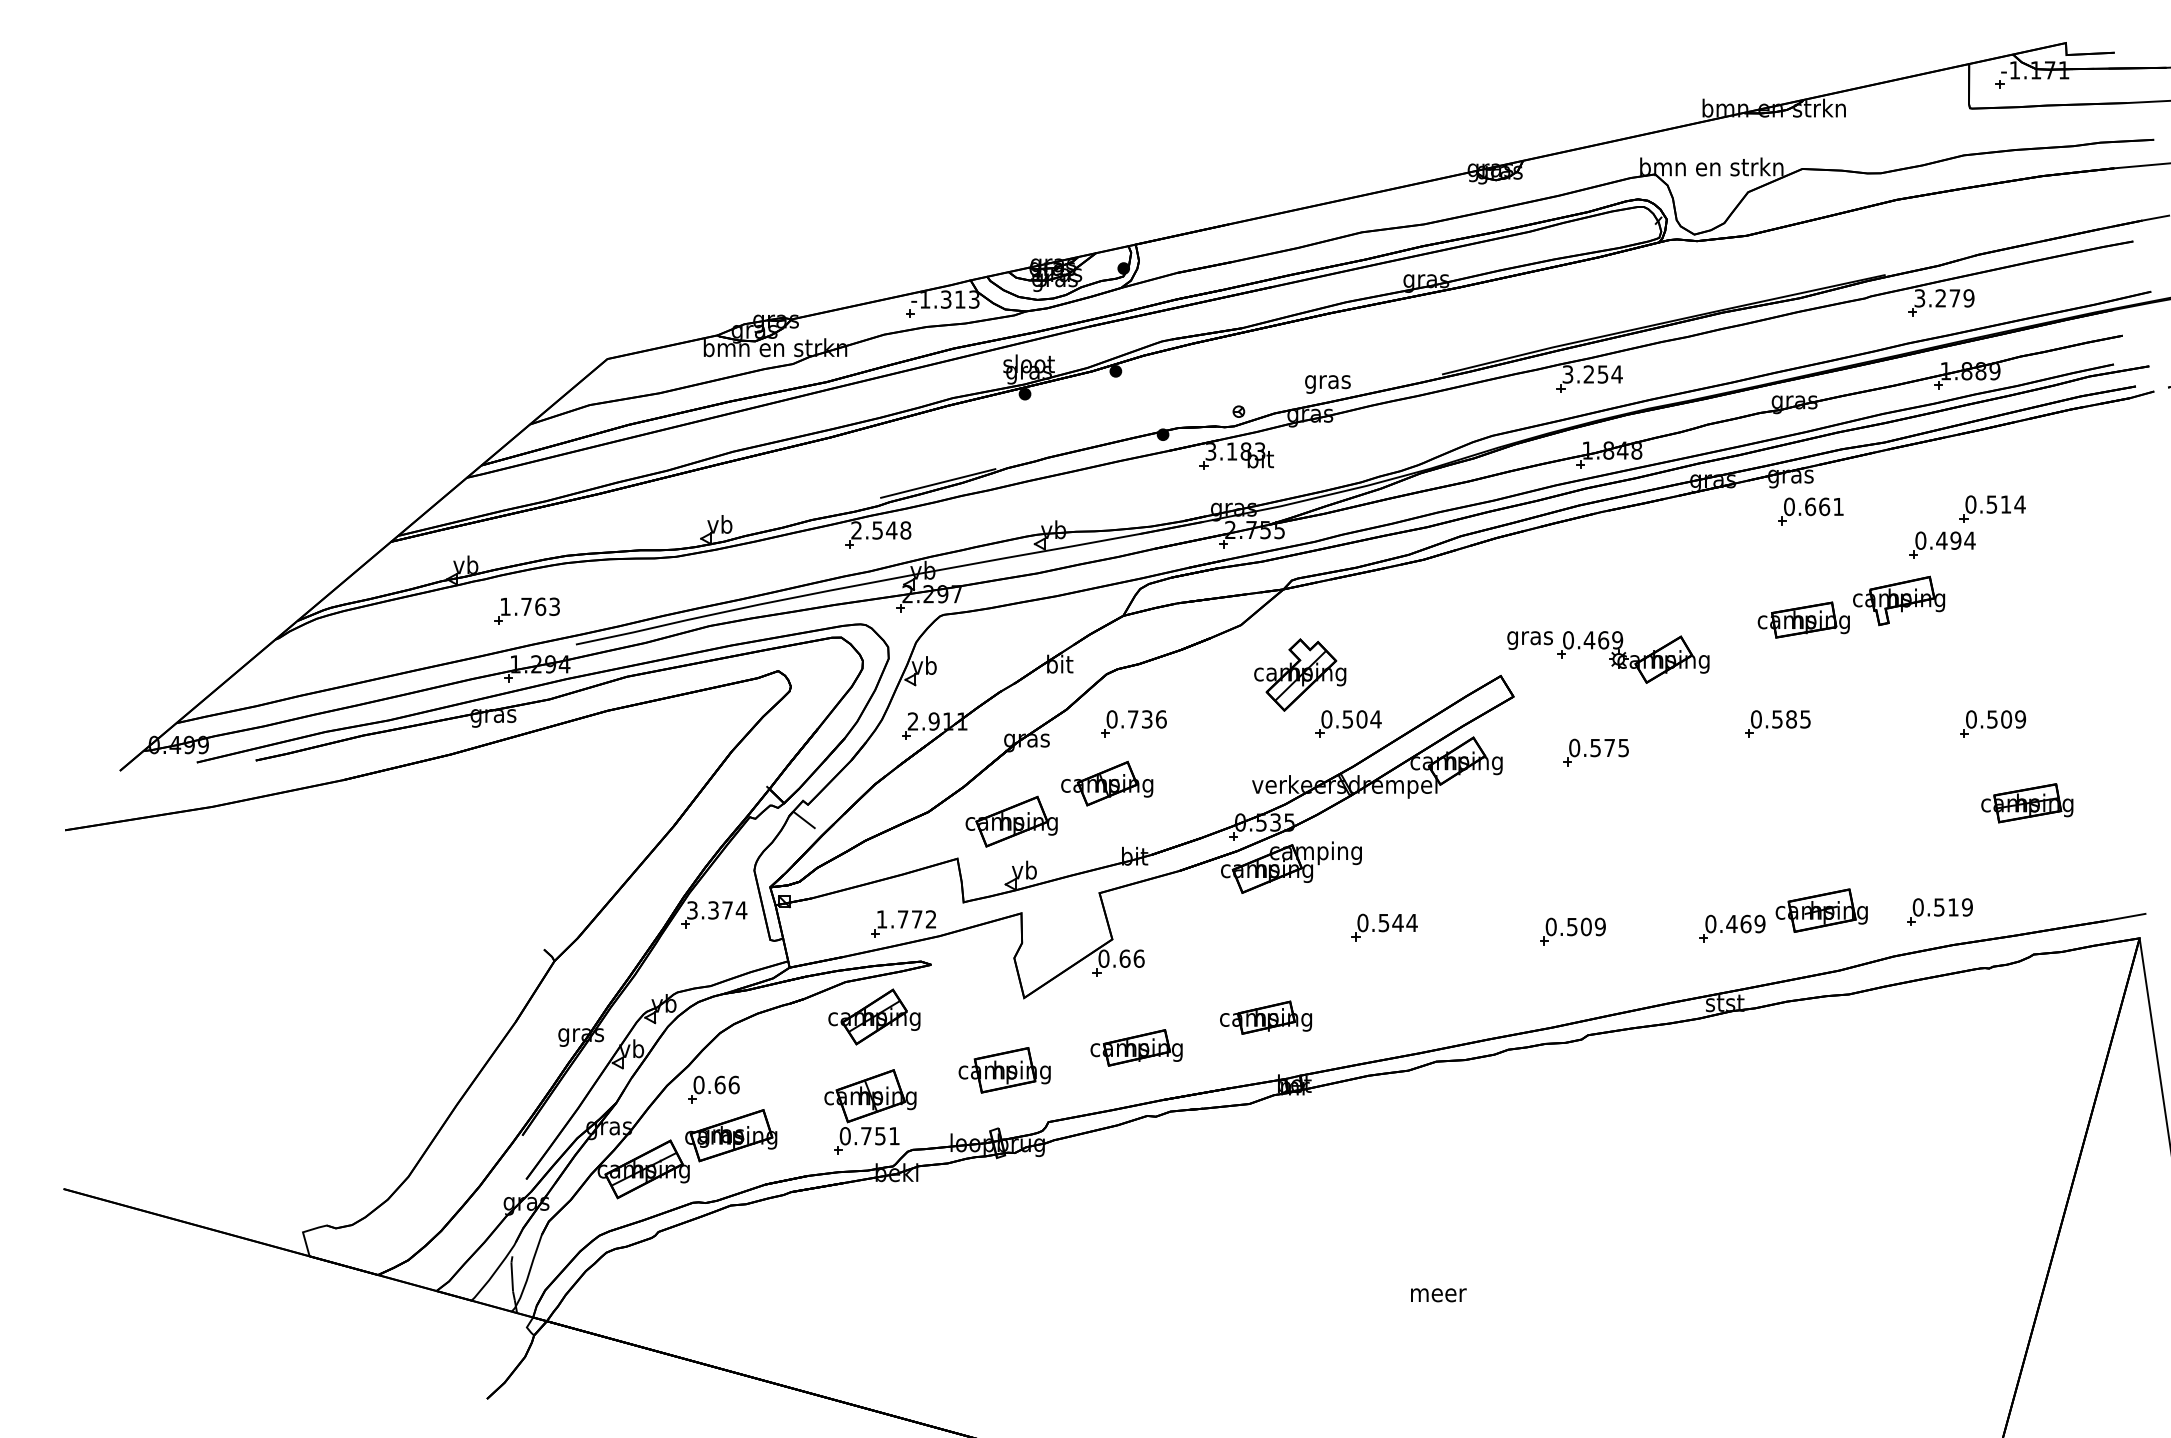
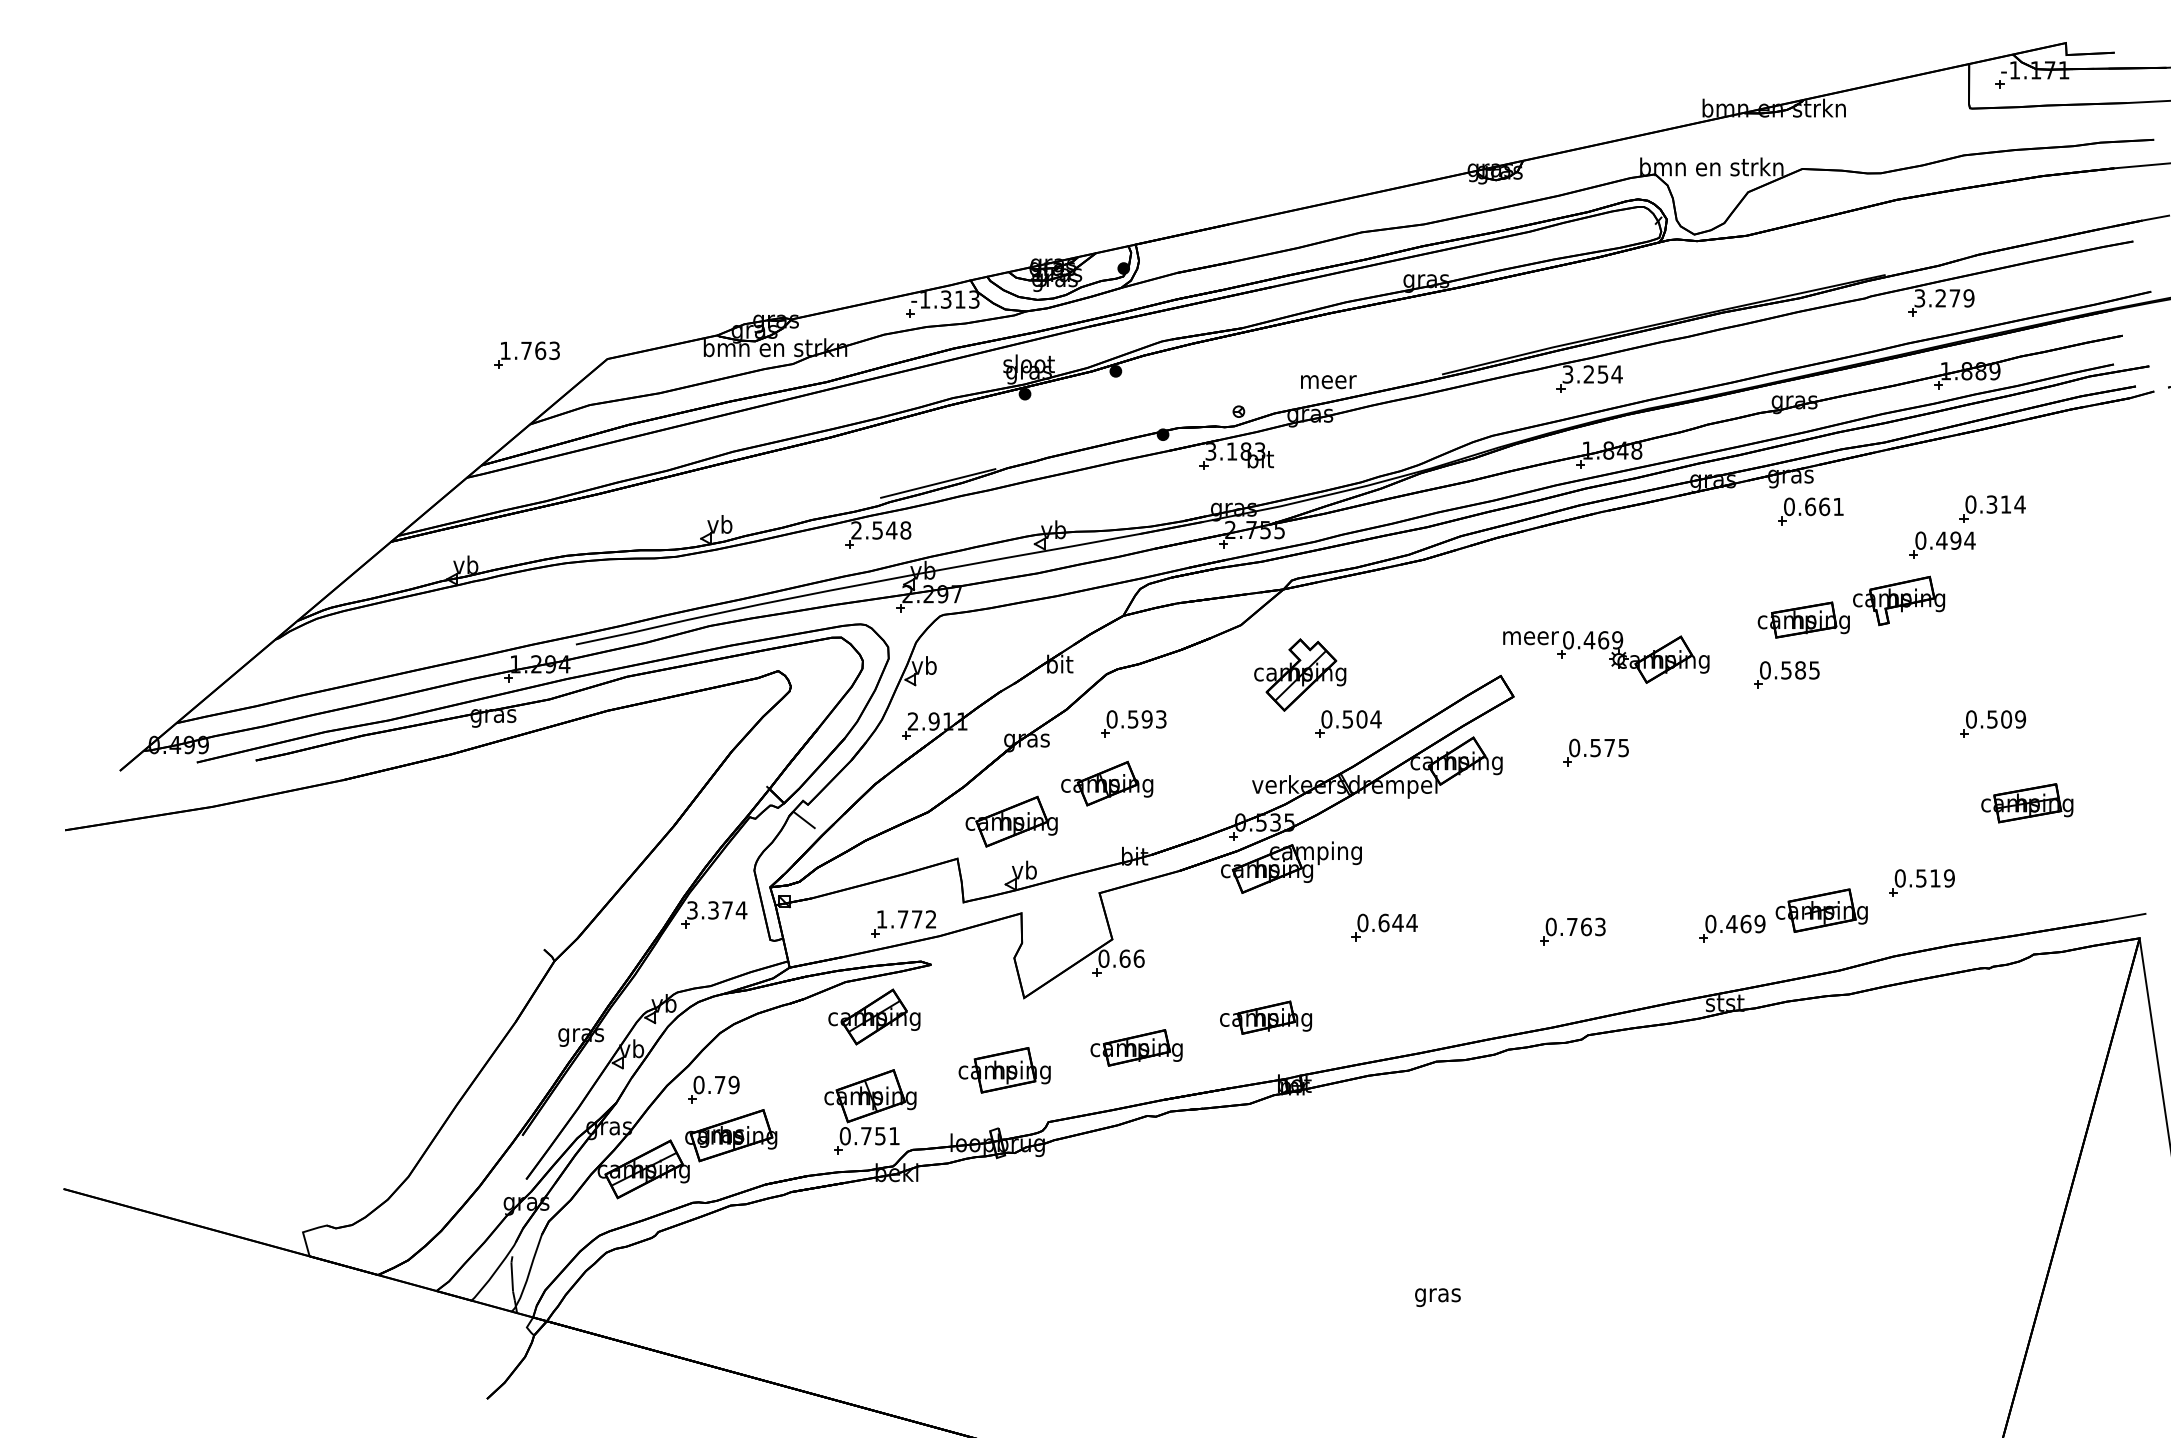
text at (1328, 384): gras -> meer
text at (1992, 503): 0.514 -> 0.314
part at (526, 610) position: (526, 610) -> (526, 354)
text at (1530, 640): gras -> meer
text at (1147, 719): 0.736 -> 0.593
part at (1777, 723) position: (1777, 723) -> (1786, 674)
part at (1939, 911) position: (1939, 911) -> (1921, 882)
text at (1383, 922): 0.544 -> 0.644
text at (1586, 926): 0.509 -> 0.763
text at (726, 1084): 0.66 -> 0.79
text at (1438, 1297): meer -> gras
